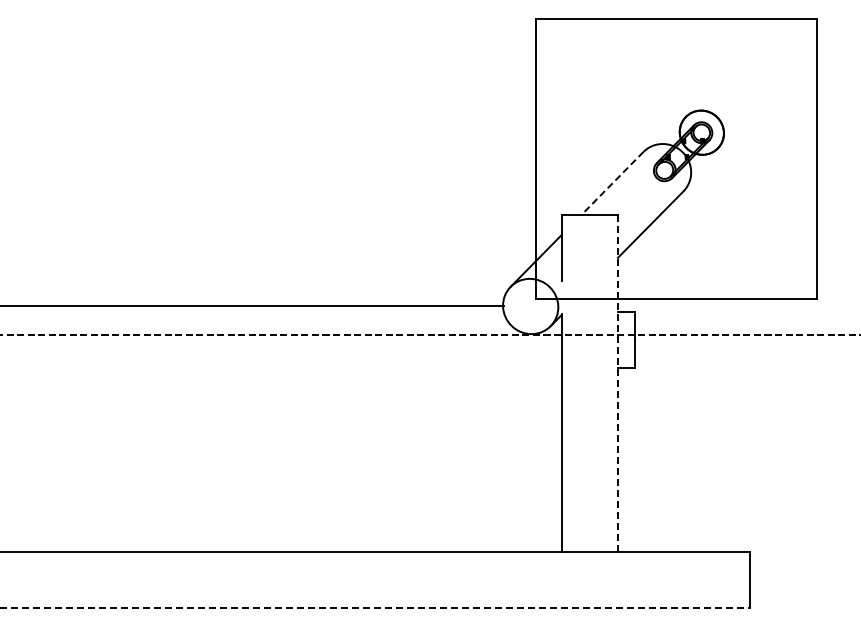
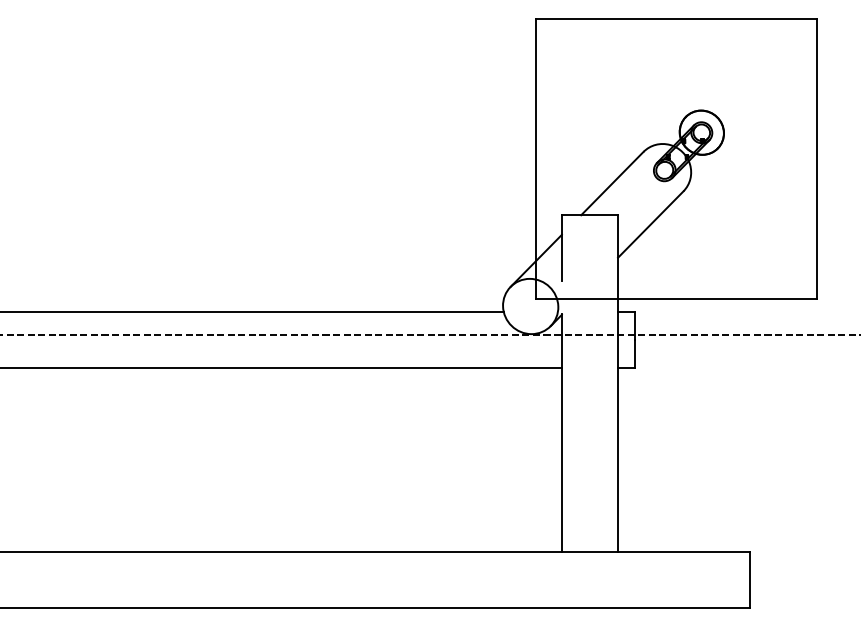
line at (612, 183): dashed -> solid
line at (252, 305) position: (252, 305) -> (252, 311)
line at (281, 368): none -> present
line at (618, 384): dashed -> solid
line at (375, 608): dashed -> solid
